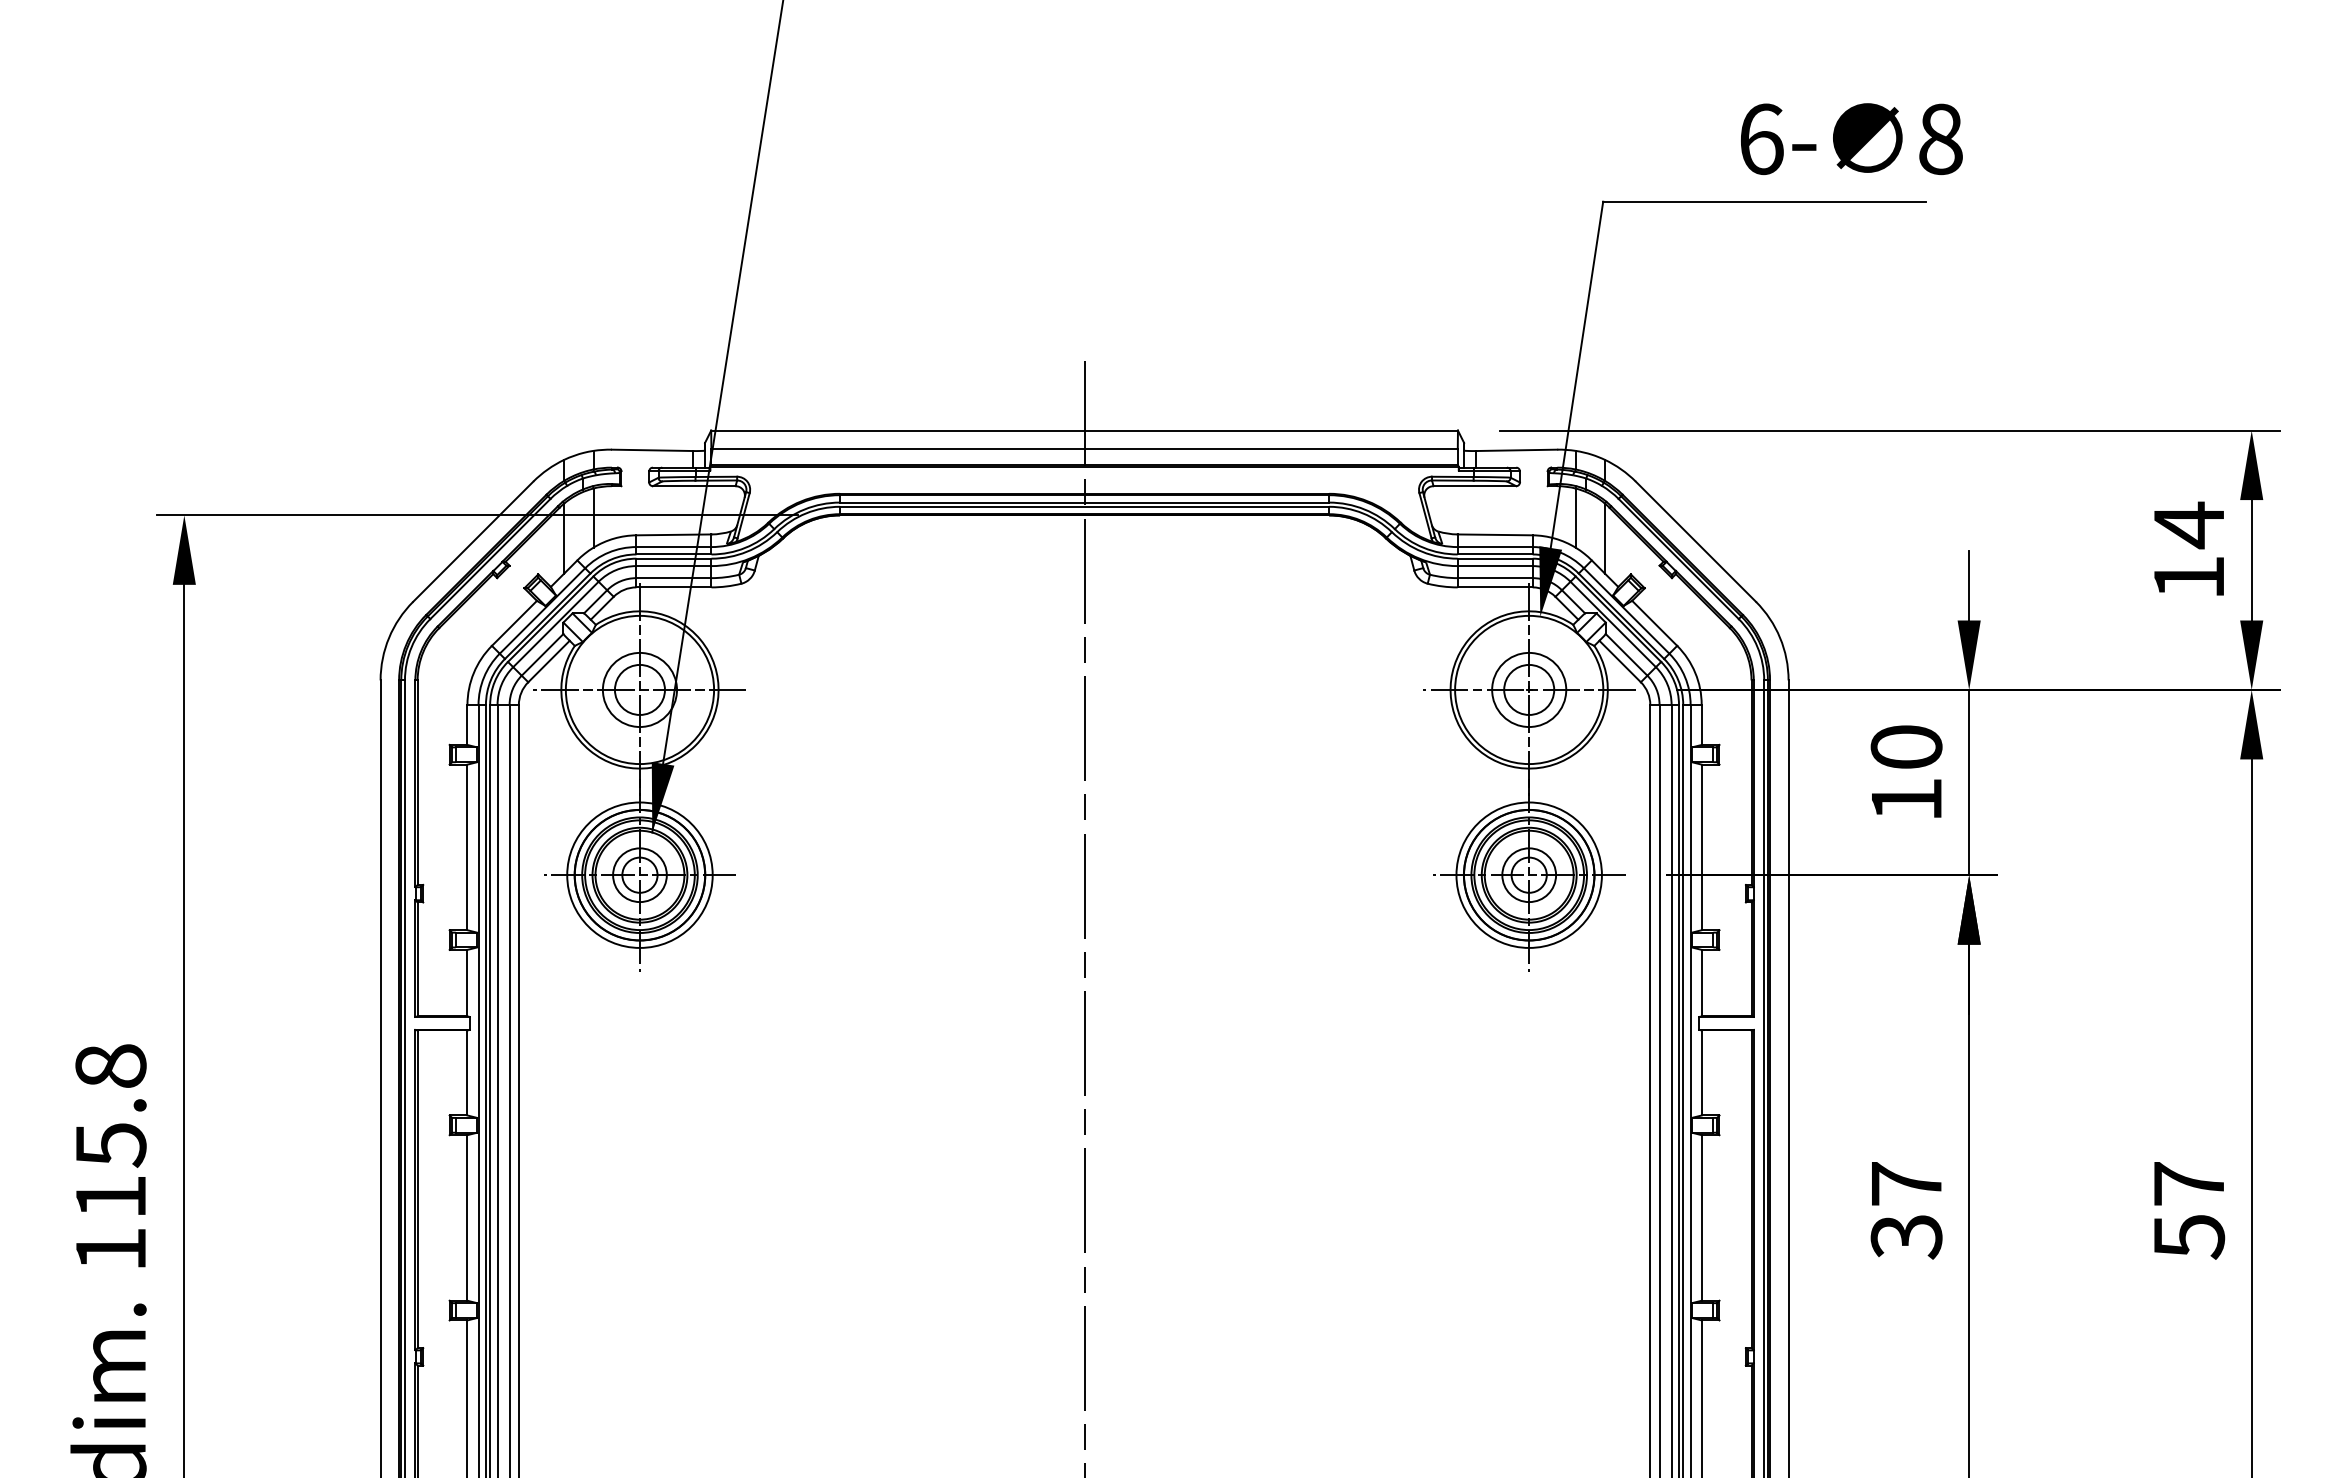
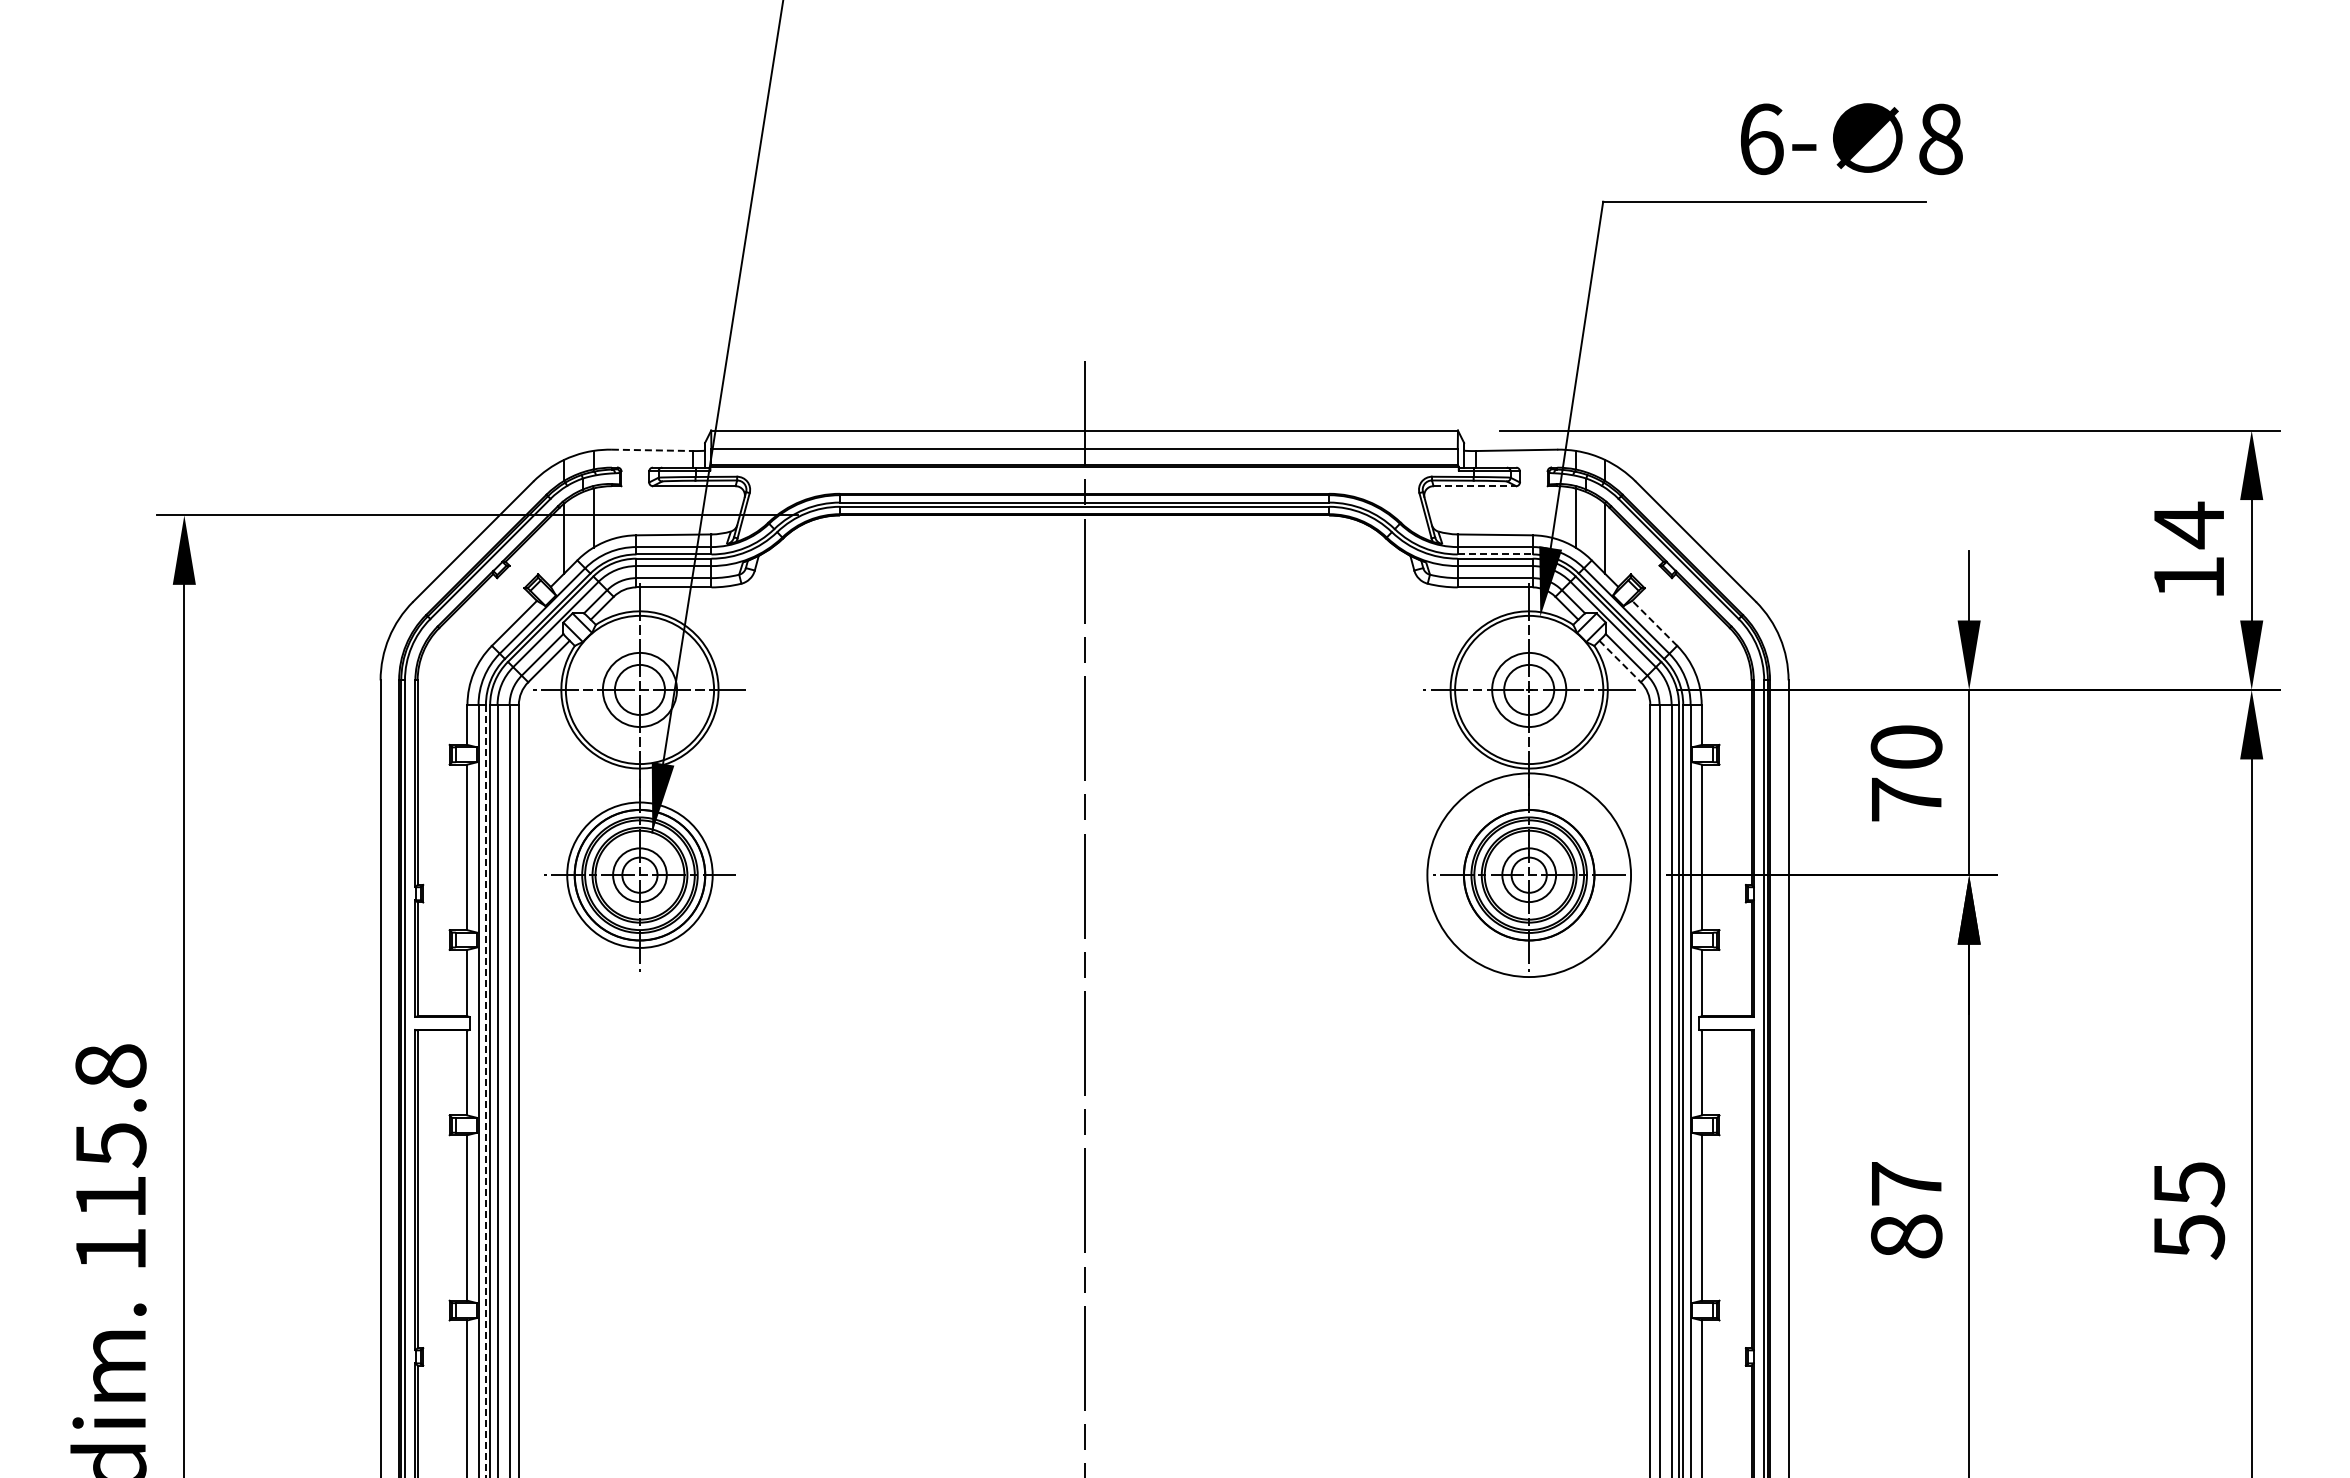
line at (652, 450): solid -> dashed
line at (1475, 486): solid -> dashed
line at (1495, 554): solid -> dashed
line at (1654, 623): solid -> dashed
line at (1620, 661): solid -> dashed
text at (1906, 799): 10 -> 70
circle at (1528, 874) diameter: 145 px -> 204 px
line at (485, 1090): solid -> dashed
text at (2189, 1184): 57 -> 55
text at (1906, 1236): 37 -> 87
